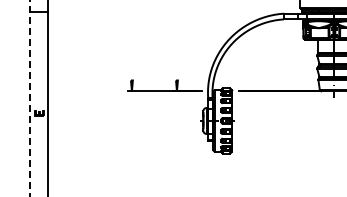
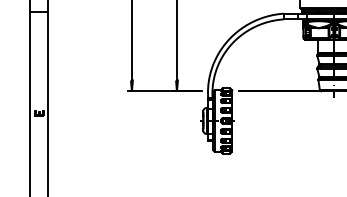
line at (131, 41): none -> present
line at (176, 41): none -> present
line at (30, 98): dashed -> solid
